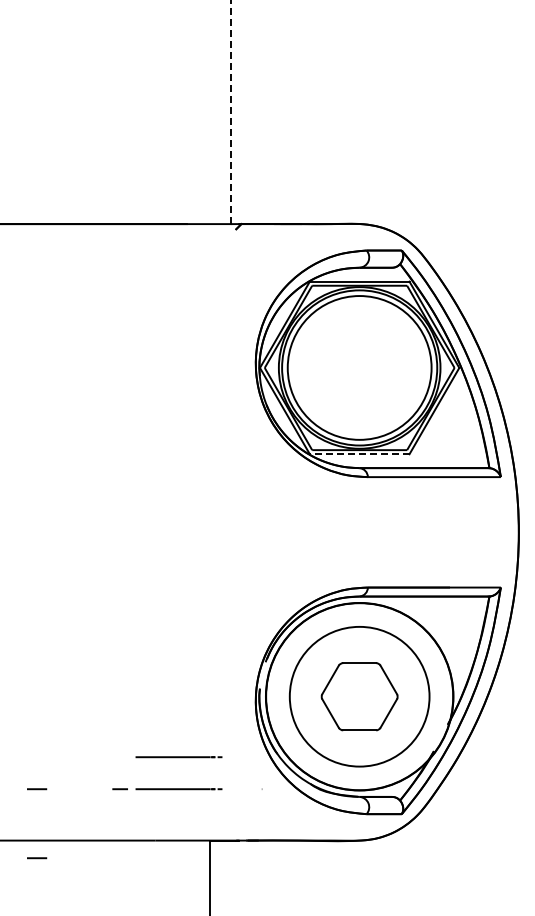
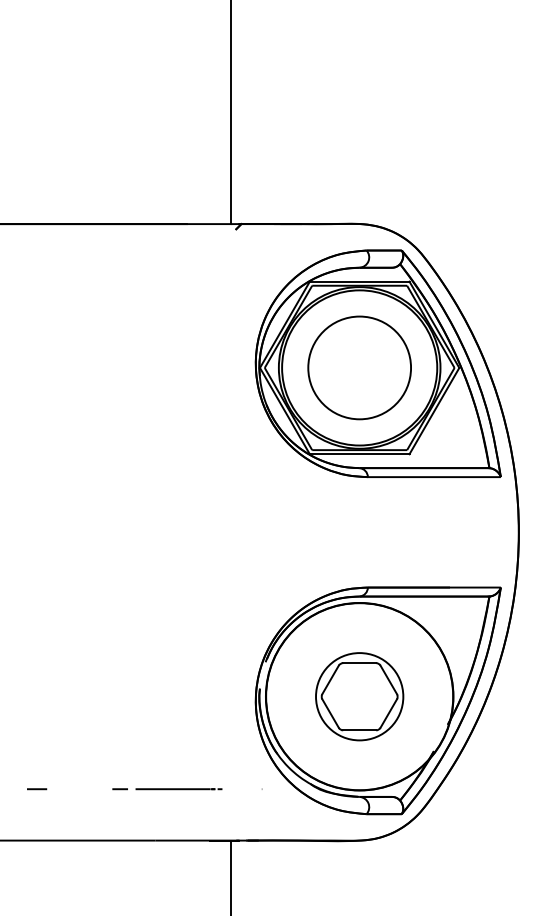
line at (231, 112): dashed -> solid
circle at (359, 367) diameter: 144 px -> 103 px
line at (359, 454): dashed -> solid
circle at (359, 696) diameter: 140 px -> 87 px
line at (178, 757): present -> none
line at (37, 858): present -> none
line at (210, 876) position: (210, 876) -> (231, 876)
